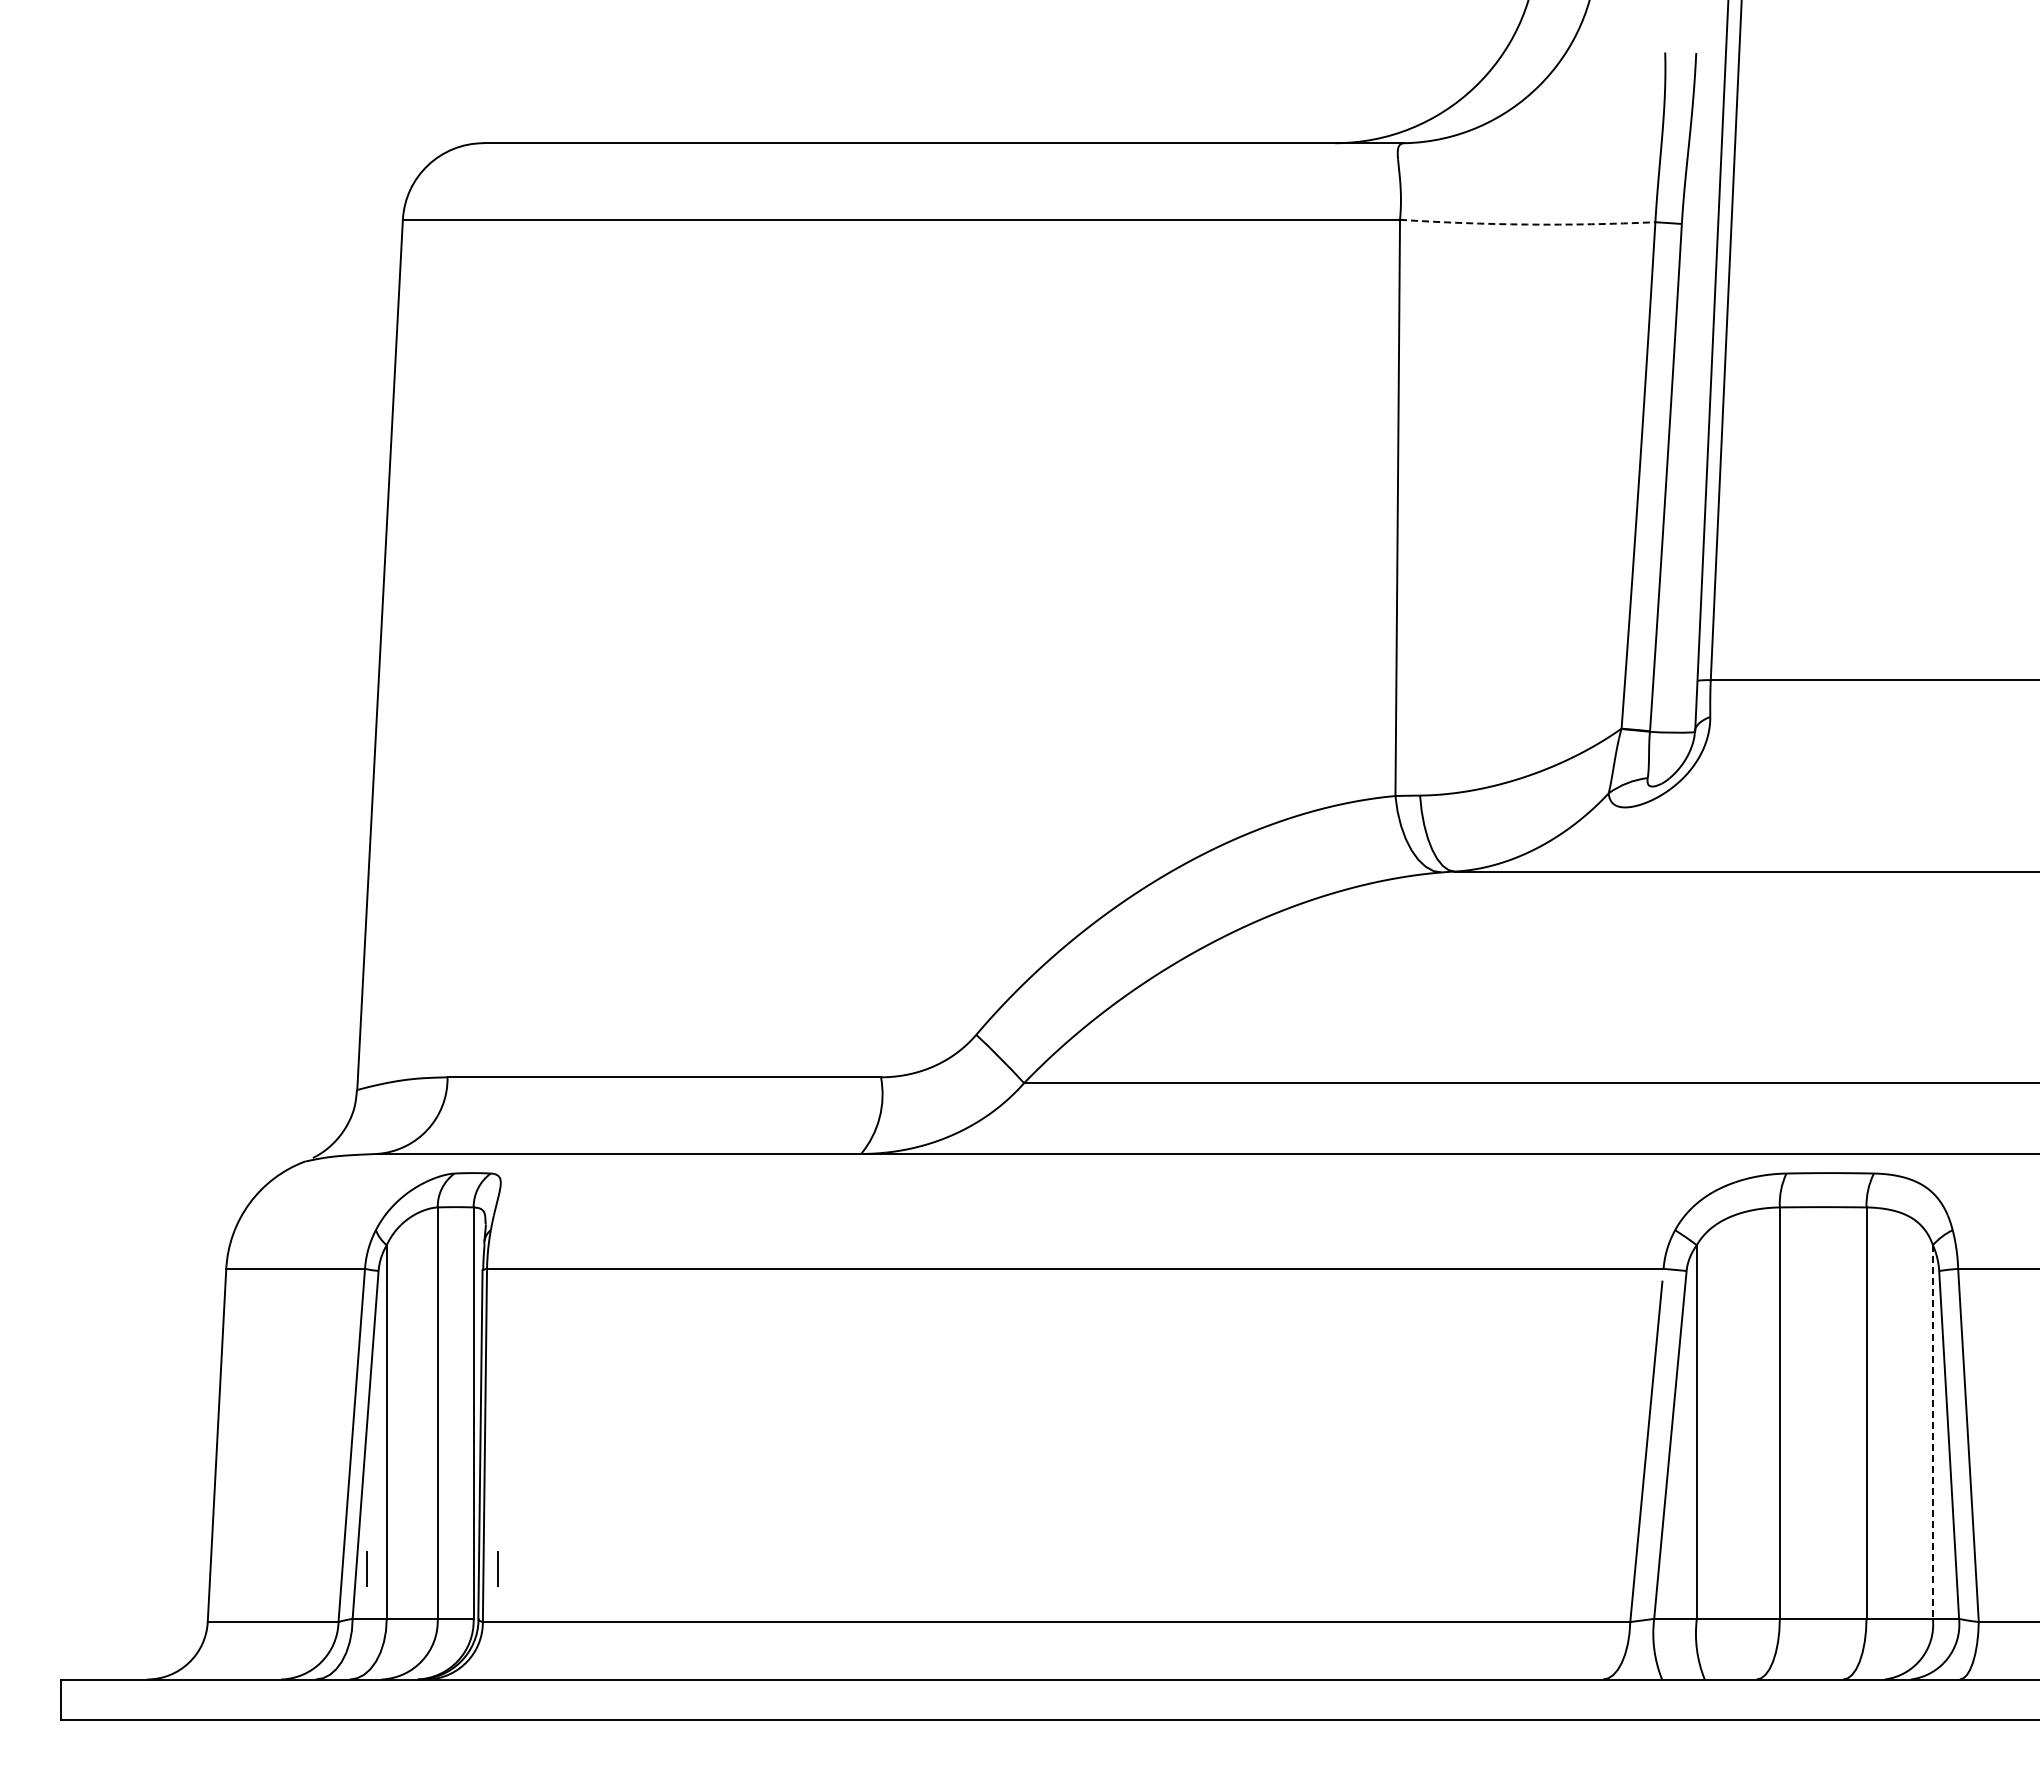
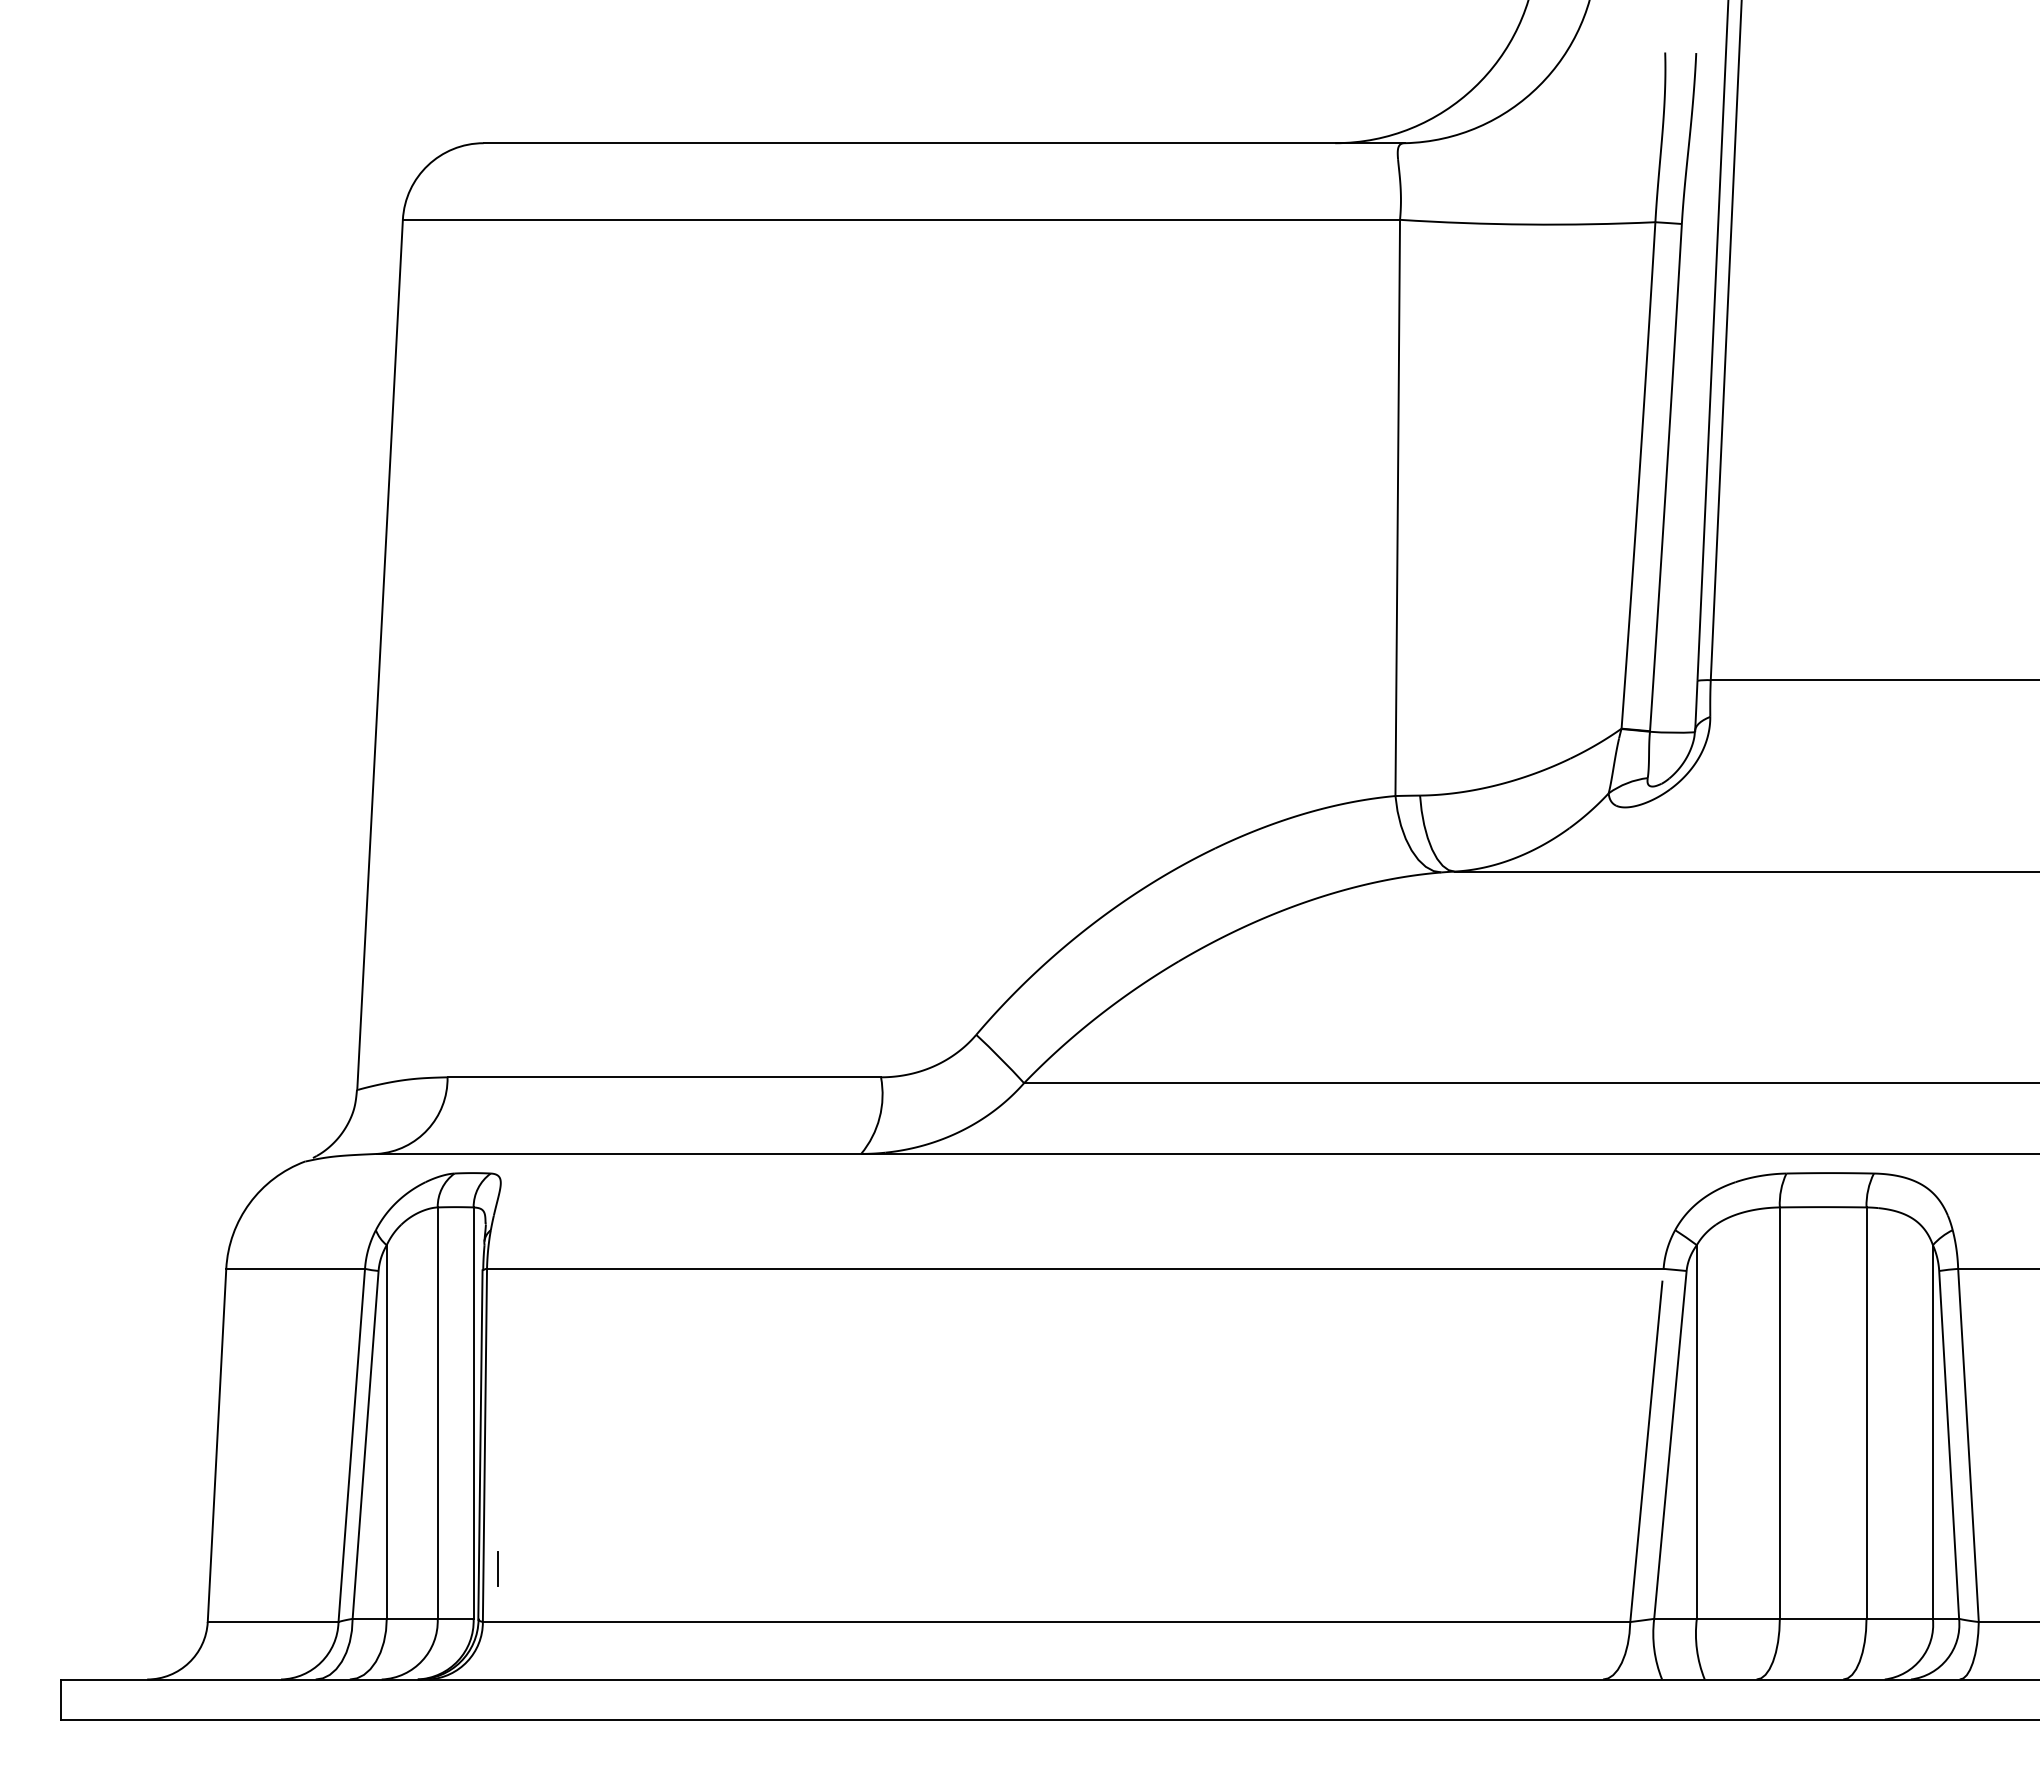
arc at (1527, 224): dashed -> solid
line at (1932, 1432): dashed -> solid
line at (366, 1568): present -> none
